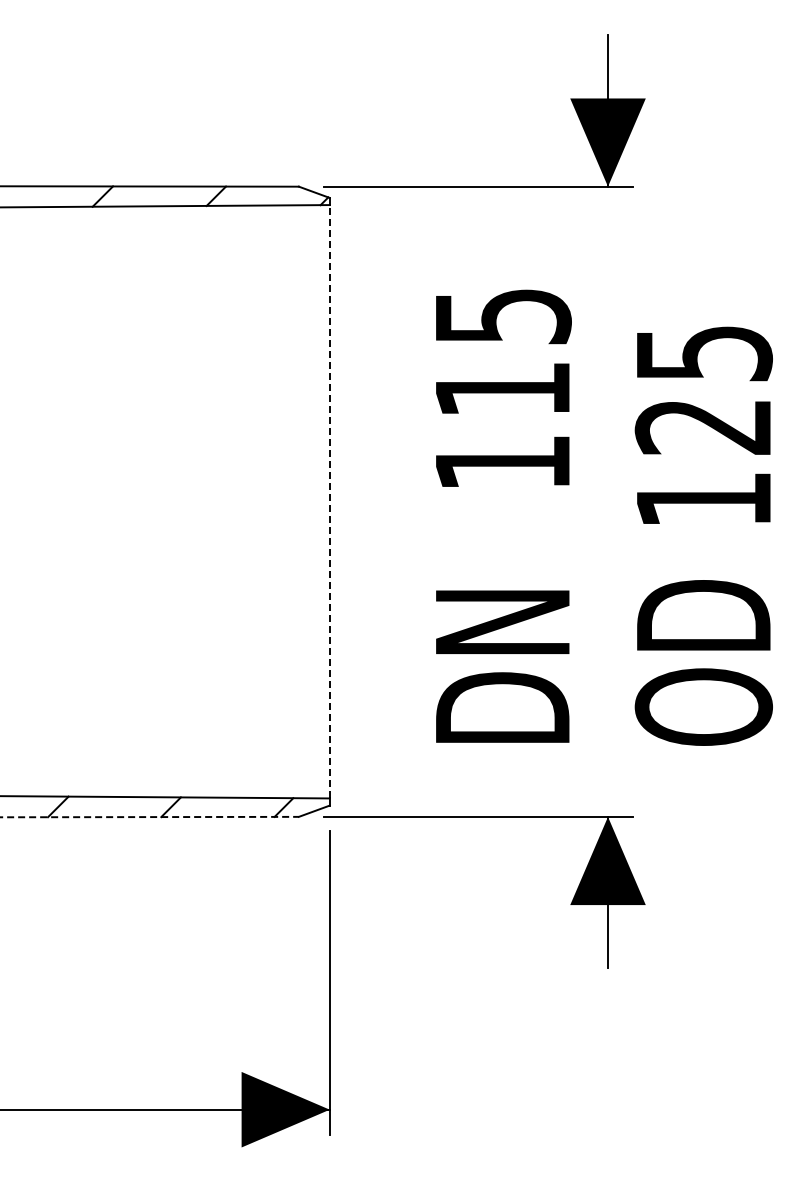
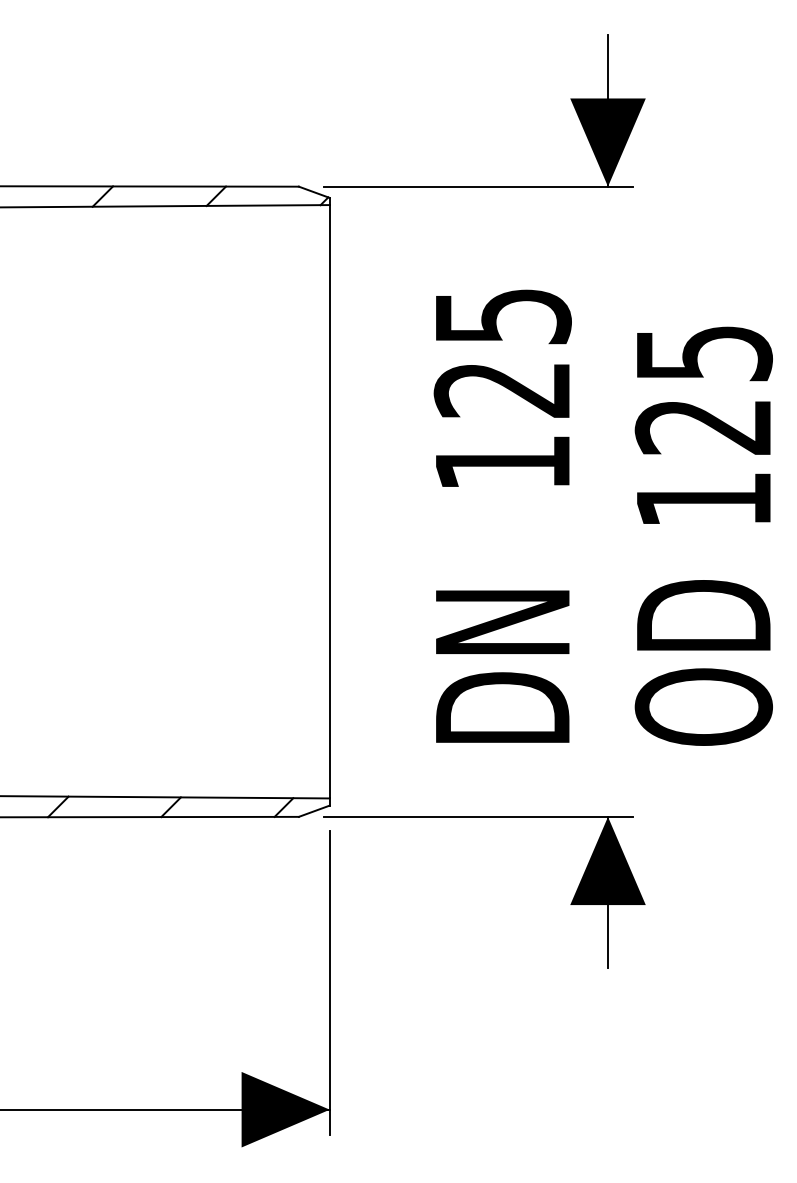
text at (501, 390): 115 -> 125
line at (329, 501): dashed -> solid
line at (150, 817): dashed -> solid
